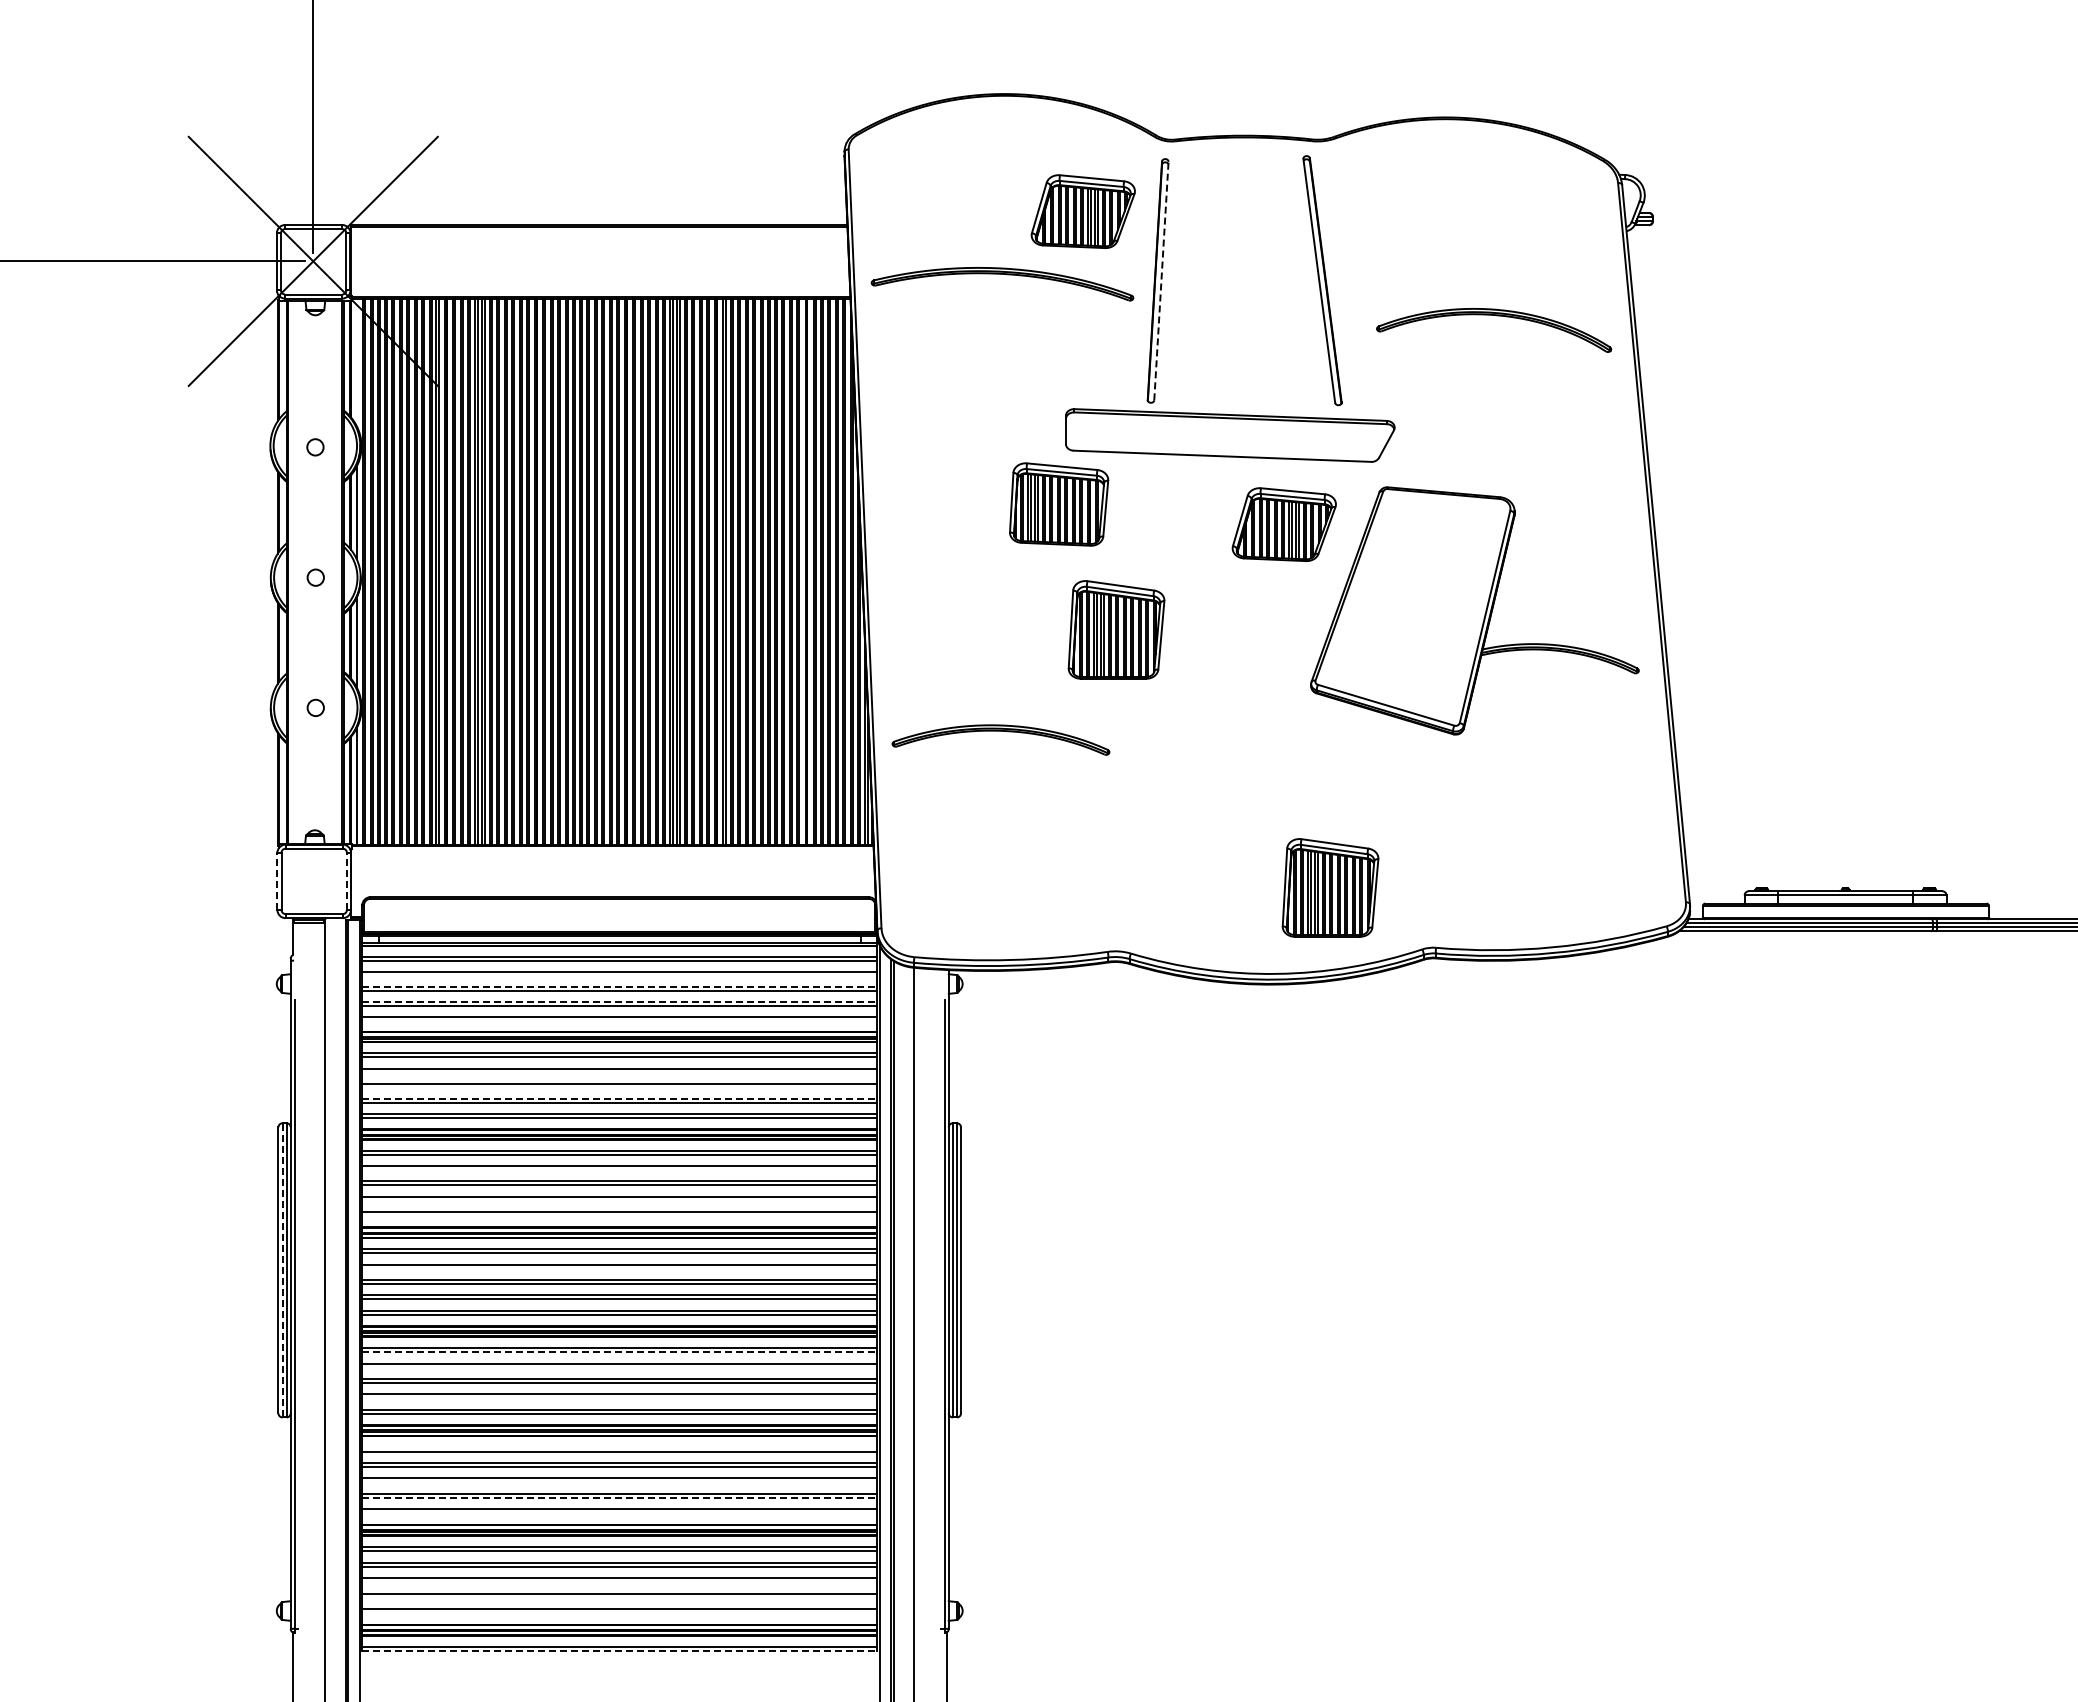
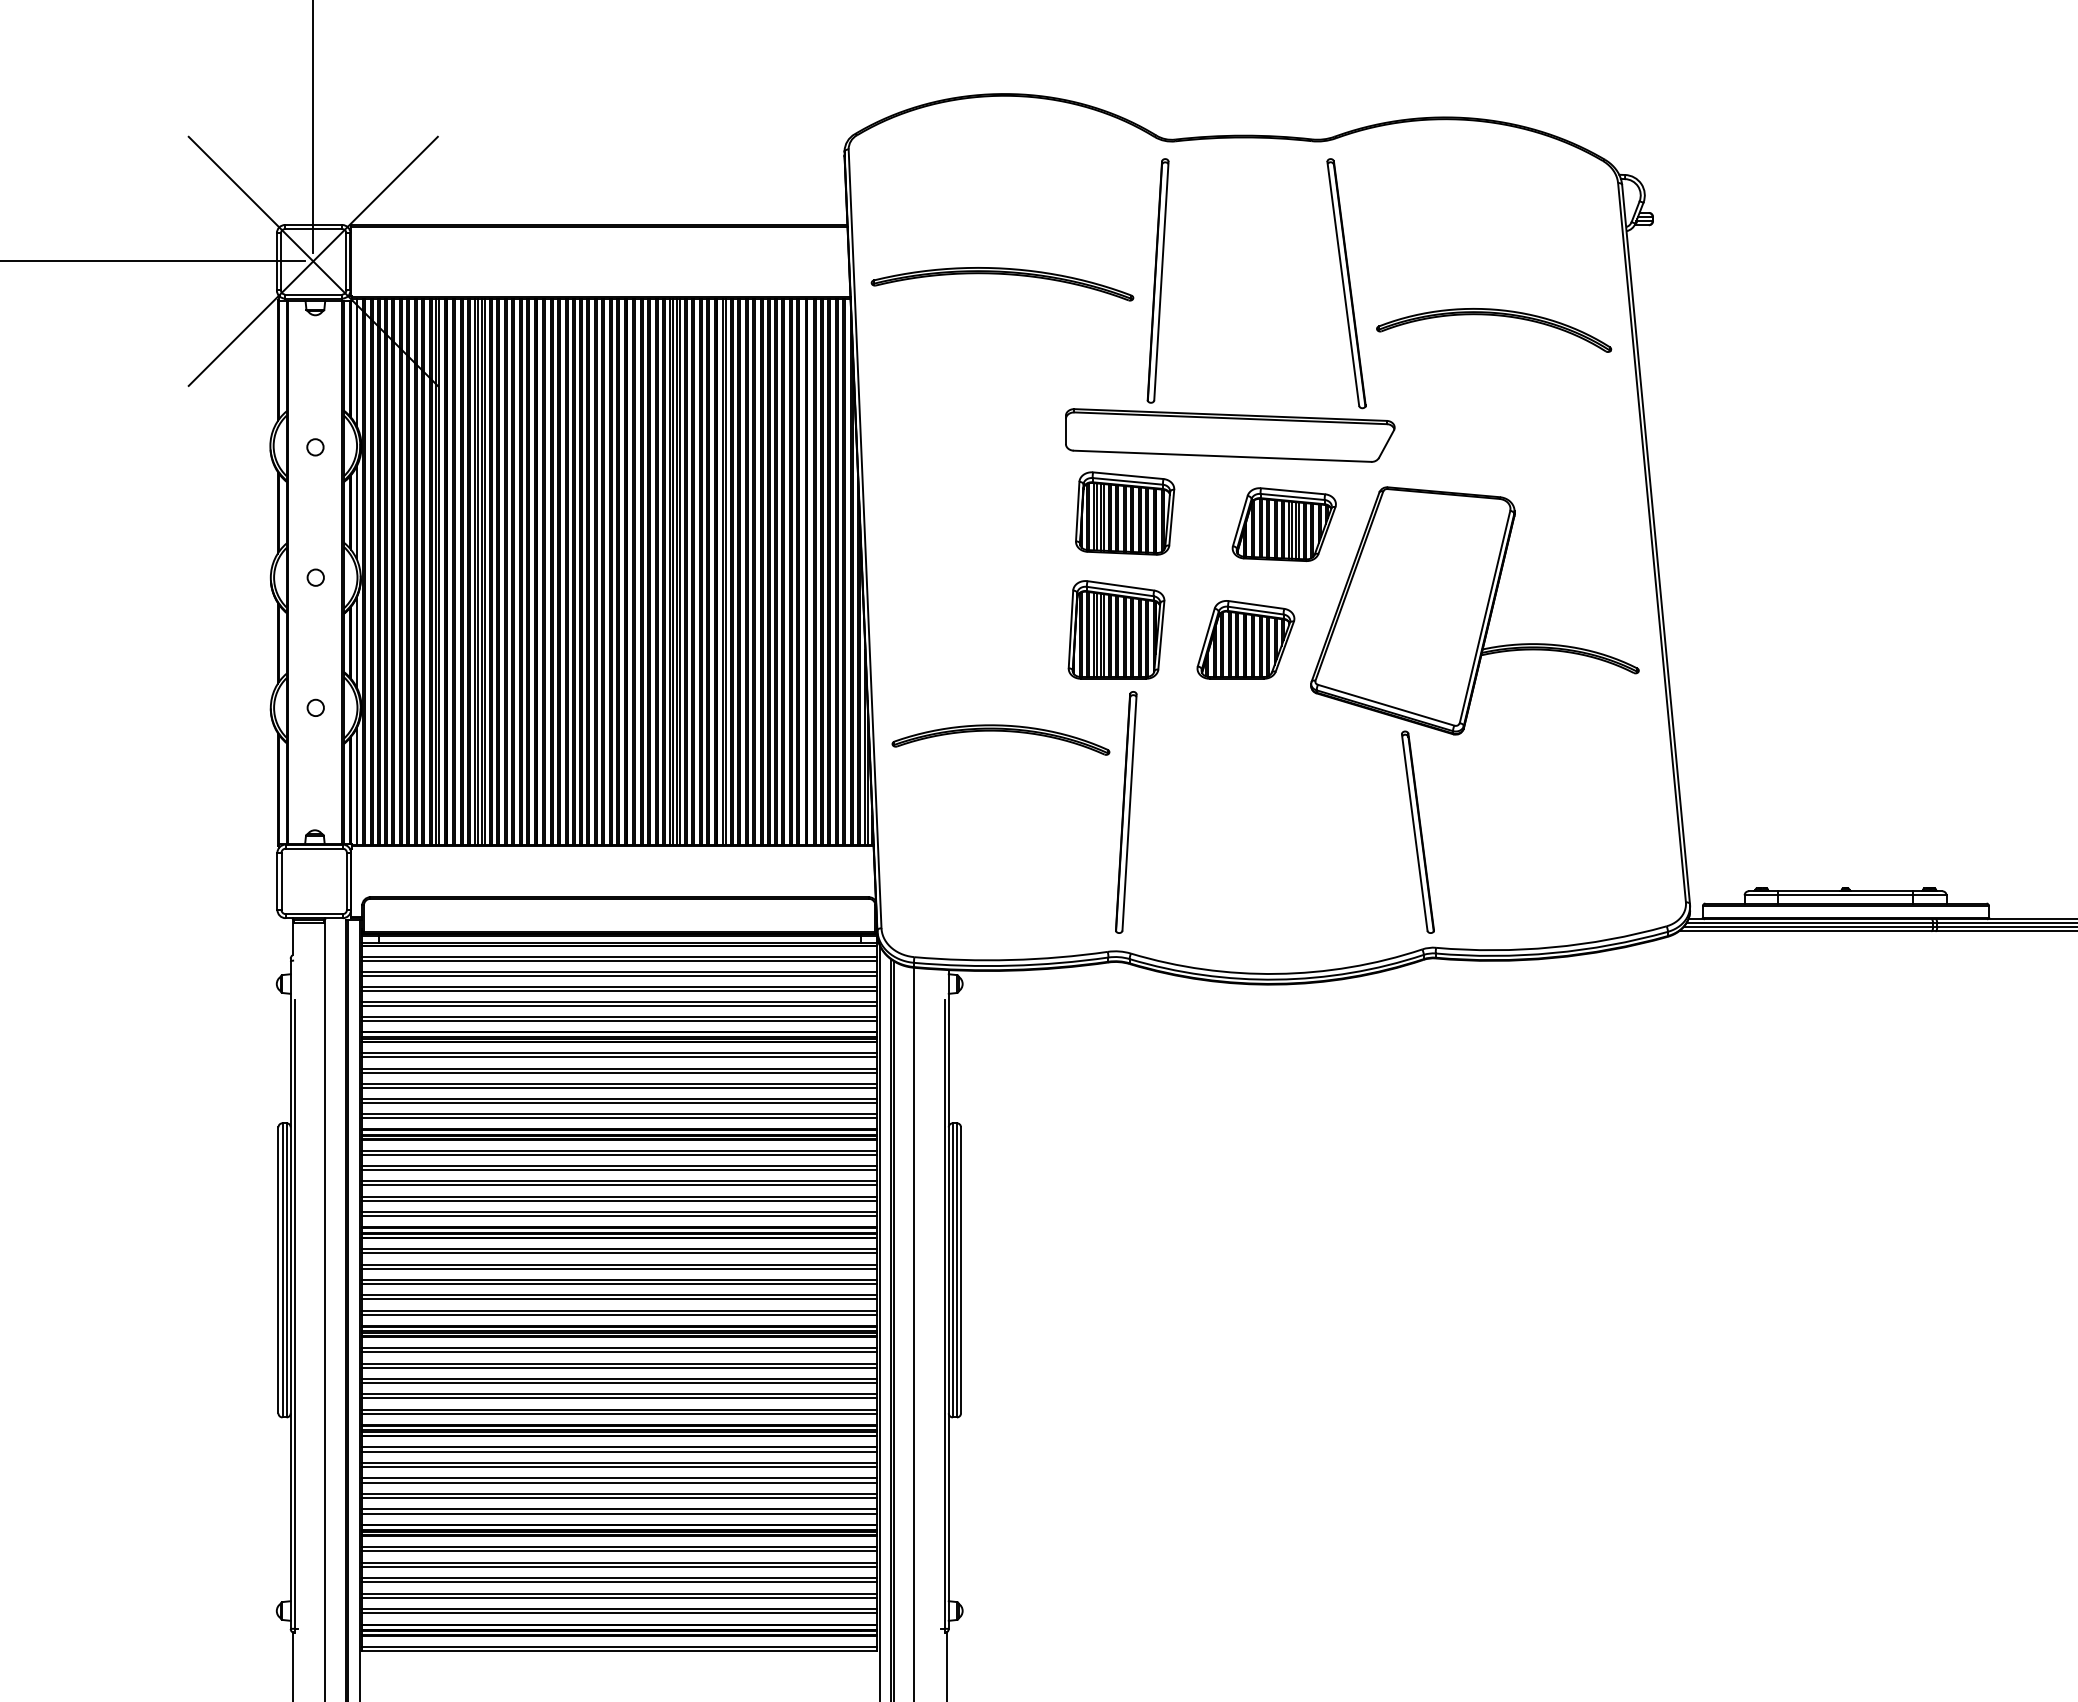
part at (1082, 211): present -> none
line at (1161, 280): dashed -> solid
part at (1322, 280) position: (1322, 280) -> (1346, 283)
line at (356, 362): none -> present
part at (1059, 504) position: (1059, 504) -> (1125, 513)
part at (1245, 639): none -> present
part at (1126, 812): none -> present
part at (1417, 831): none -> present
line at (277, 881): dashed -> solid
line at (346, 881): dashed -> solid
part at (1330, 887): present -> none
line at (619, 975): none -> present
line at (619, 986): dashed -> solid
line at (619, 1001): dashed -> solid
line at (619, 1020): none -> present
line at (619, 1072): none -> present
line at (619, 1087): none -> present
line at (619, 1098): dashed -> solid
line at (619, 1170): none -> present
line at (619, 1200): none -> present
line at (619, 1215): none -> present
line at (619, 1268): none -> present
line at (282, 1269): dashed -> solid
line at (619, 1352): dashed -> solid
line at (619, 1367): none -> present
line at (619, 1398): none -> present
line at (619, 1447): none -> present
line at (619, 1482): none -> present
line at (619, 1498): dashed -> solid
line at (619, 1513): none -> present
line at (619, 1582): none -> present
line at (619, 1597): none -> present
line at (619, 1613): none -> present
line at (619, 1651): dashed -> solid
